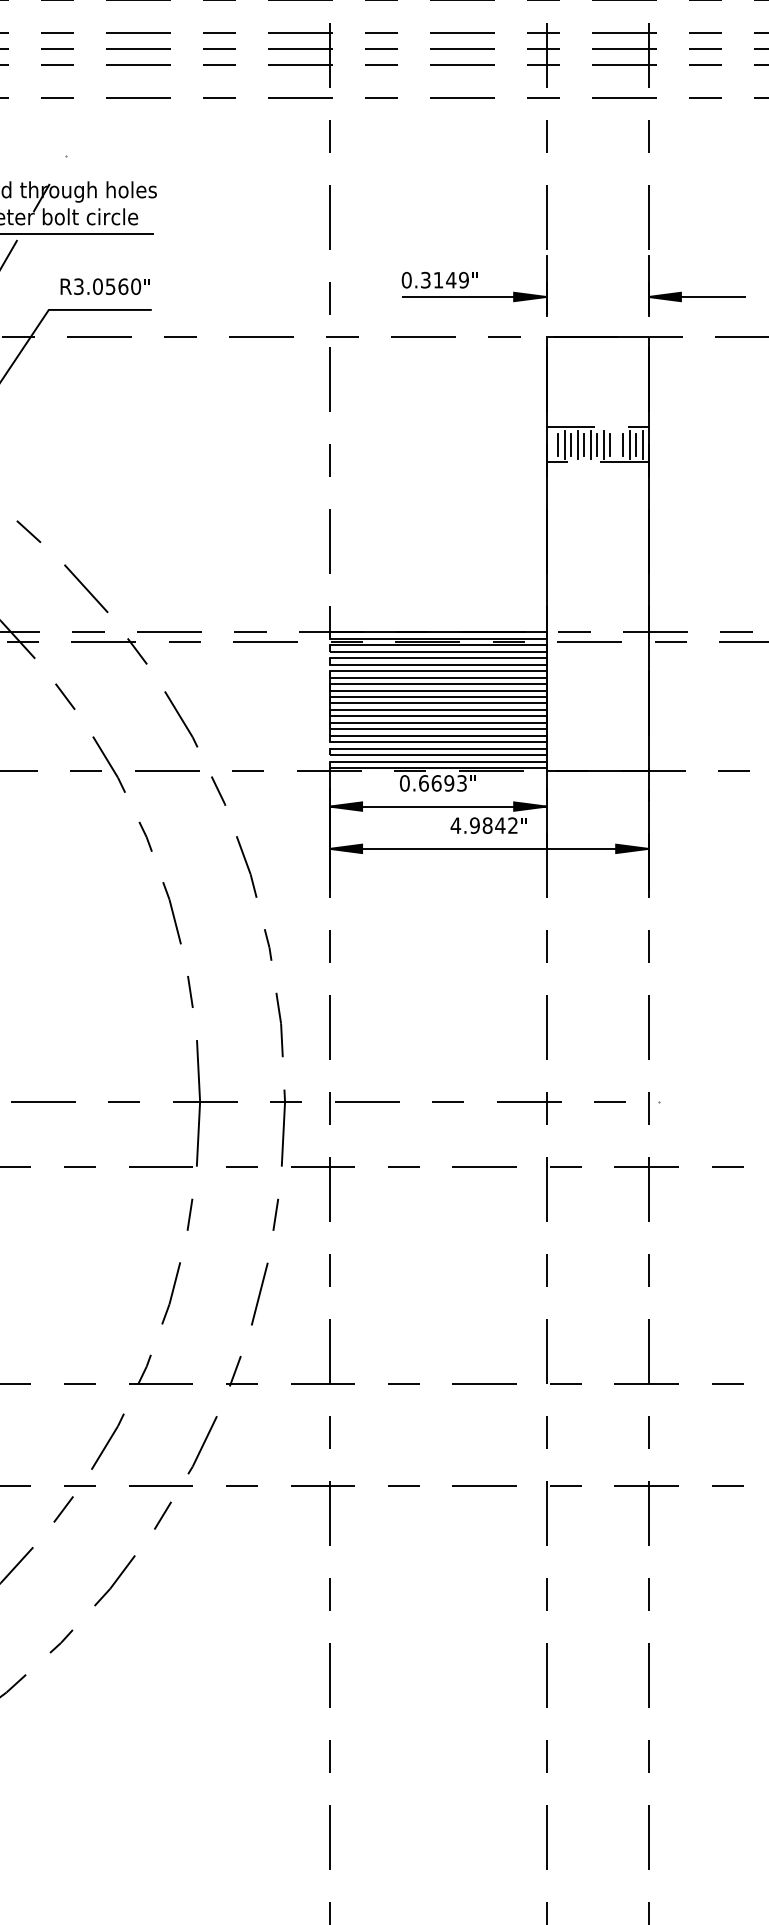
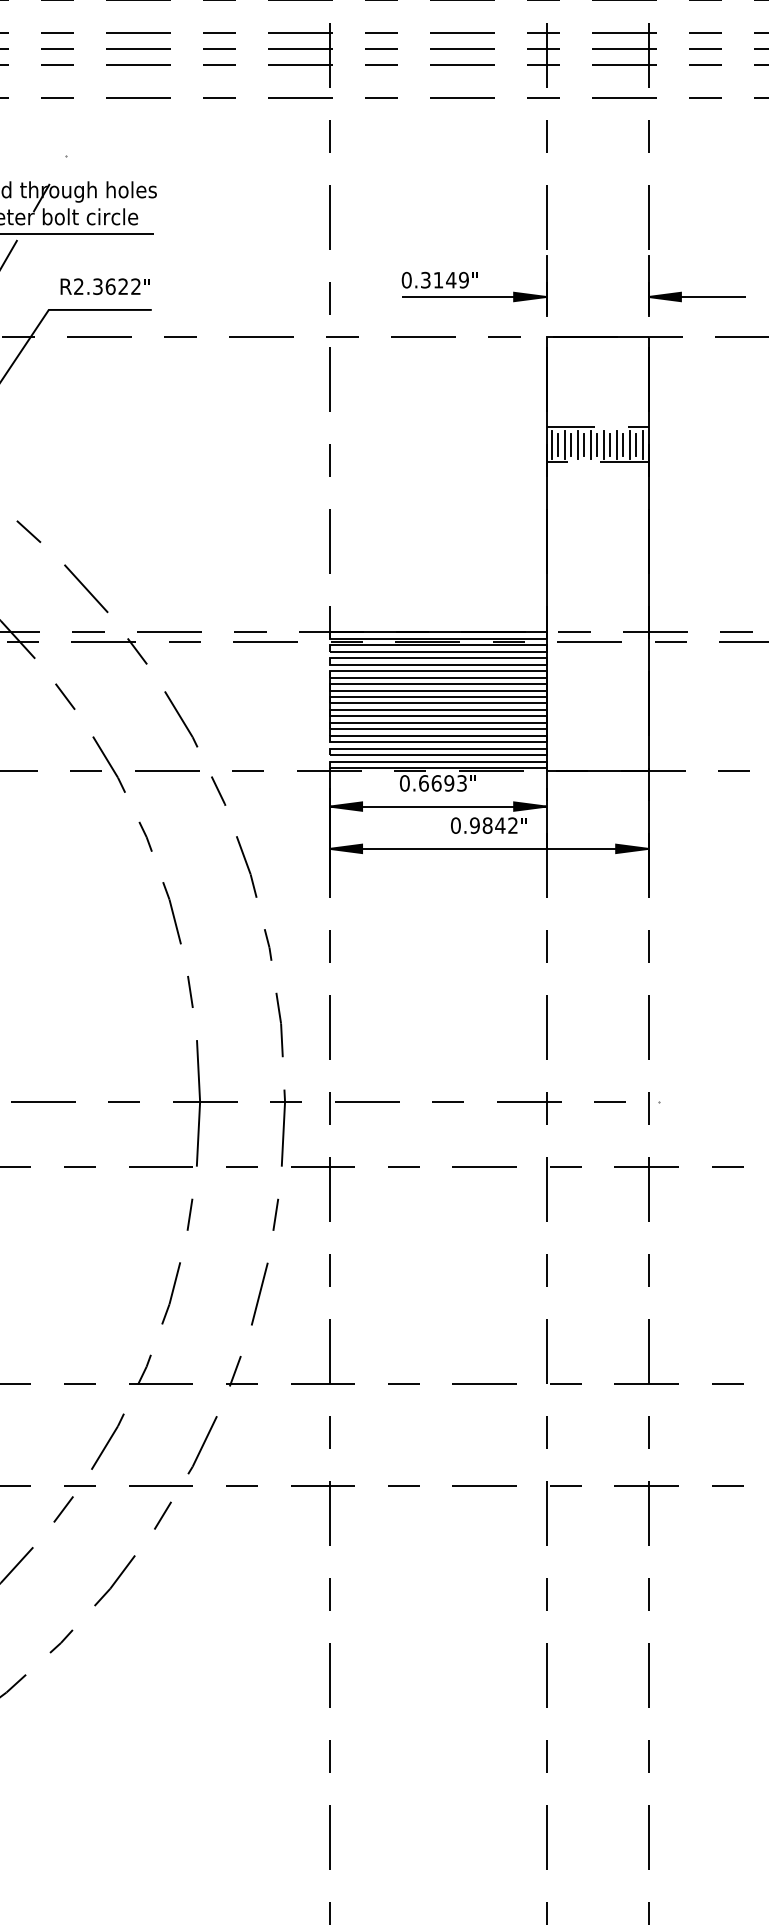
text at (107, 286): R3.0560 -> R2.3622
line at (551, 444): none -> present
line at (616, 444): none -> present
text at (455, 825): 4.9842 -> 0.9842
